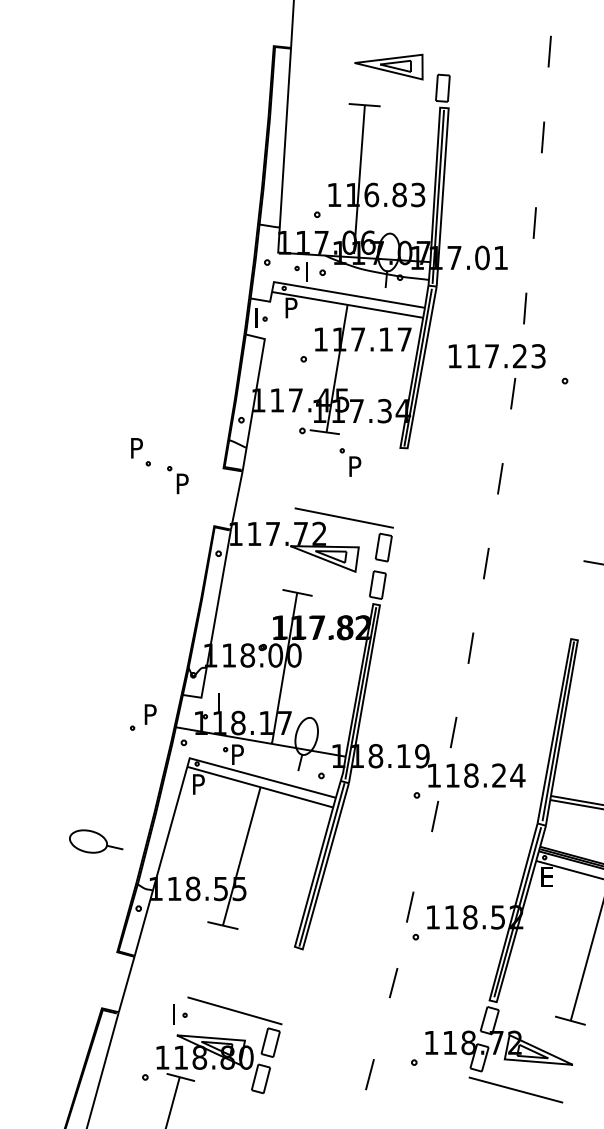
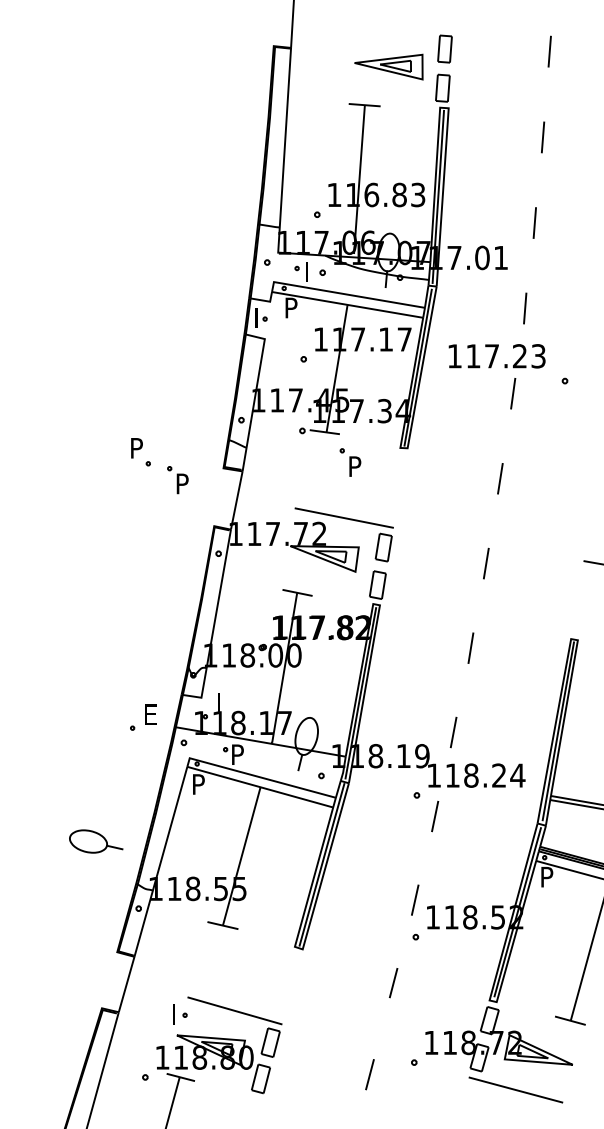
part at (444, 48): none -> present
text at (150, 714): P -> E
text at (547, 876): E -> P
line at (410, 906) position: (410, 906) -> (415, 899)
